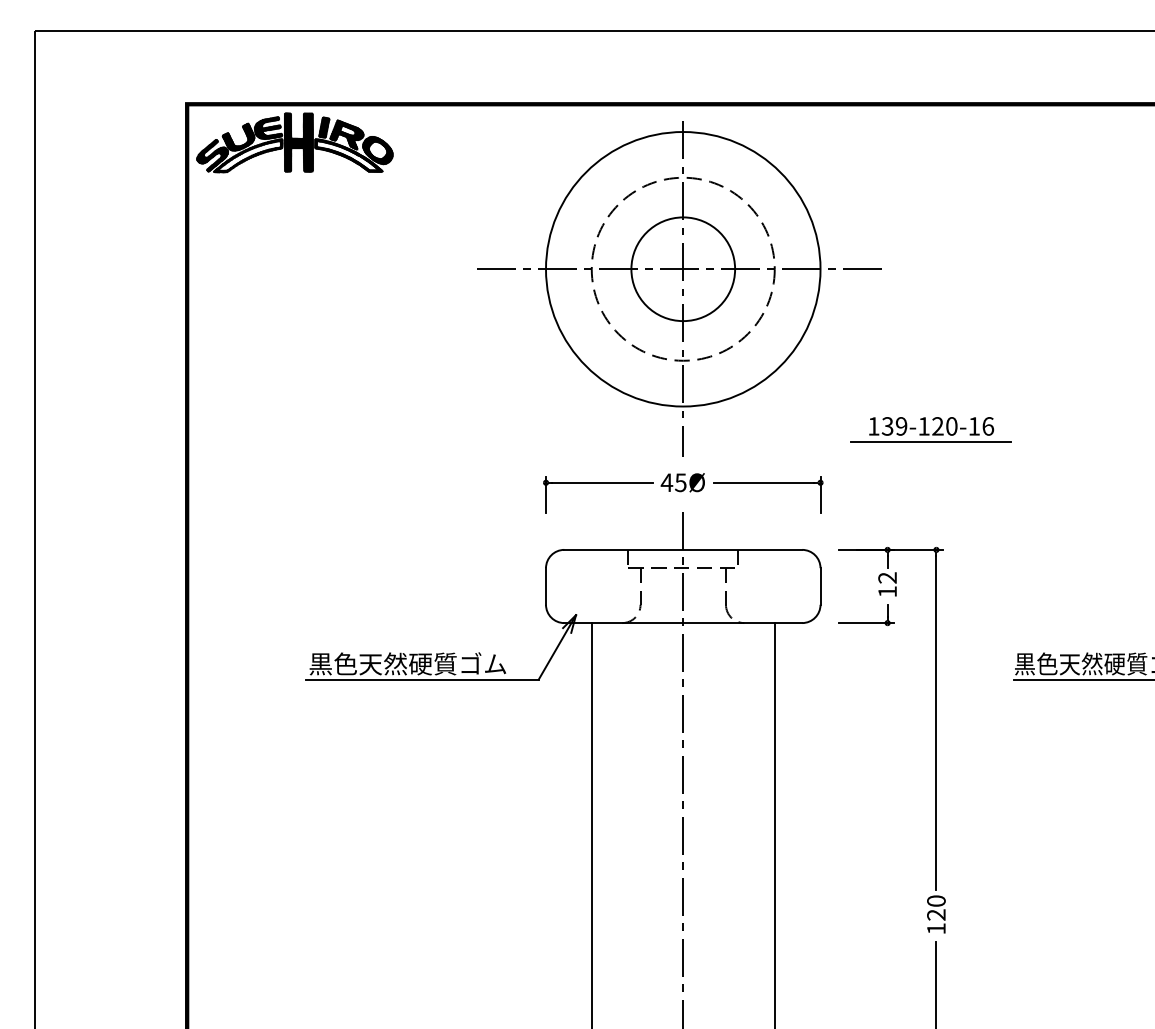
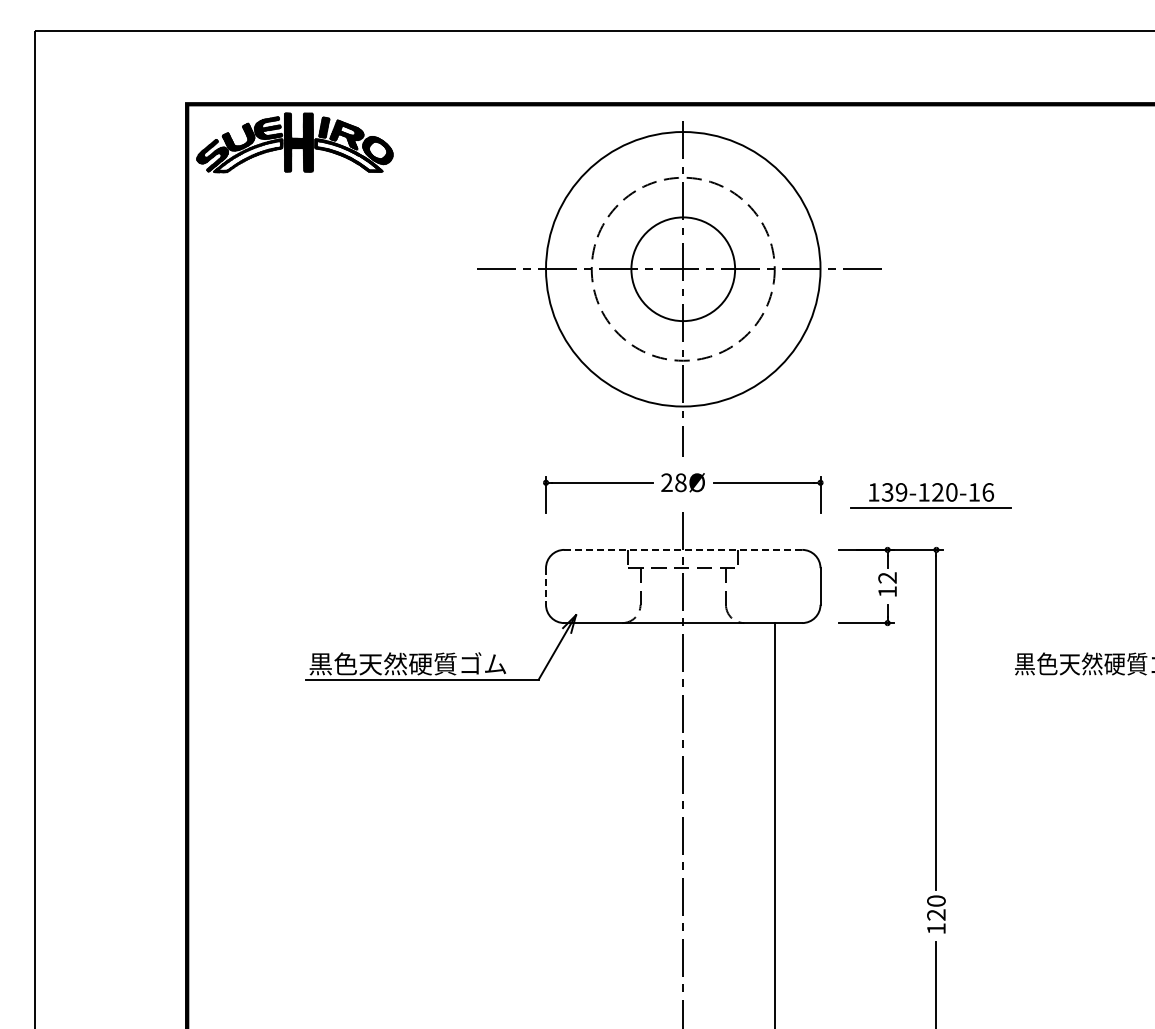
part at (930, 429) position: (930, 429) -> (930, 495)
text at (673, 482): 45Ø -> 28Ø
line at (683, 549): solid -> dashed
line at (546, 586): solid -> dashed
line at (1082, 679): present -> none
line at (591, 824): present -> none
